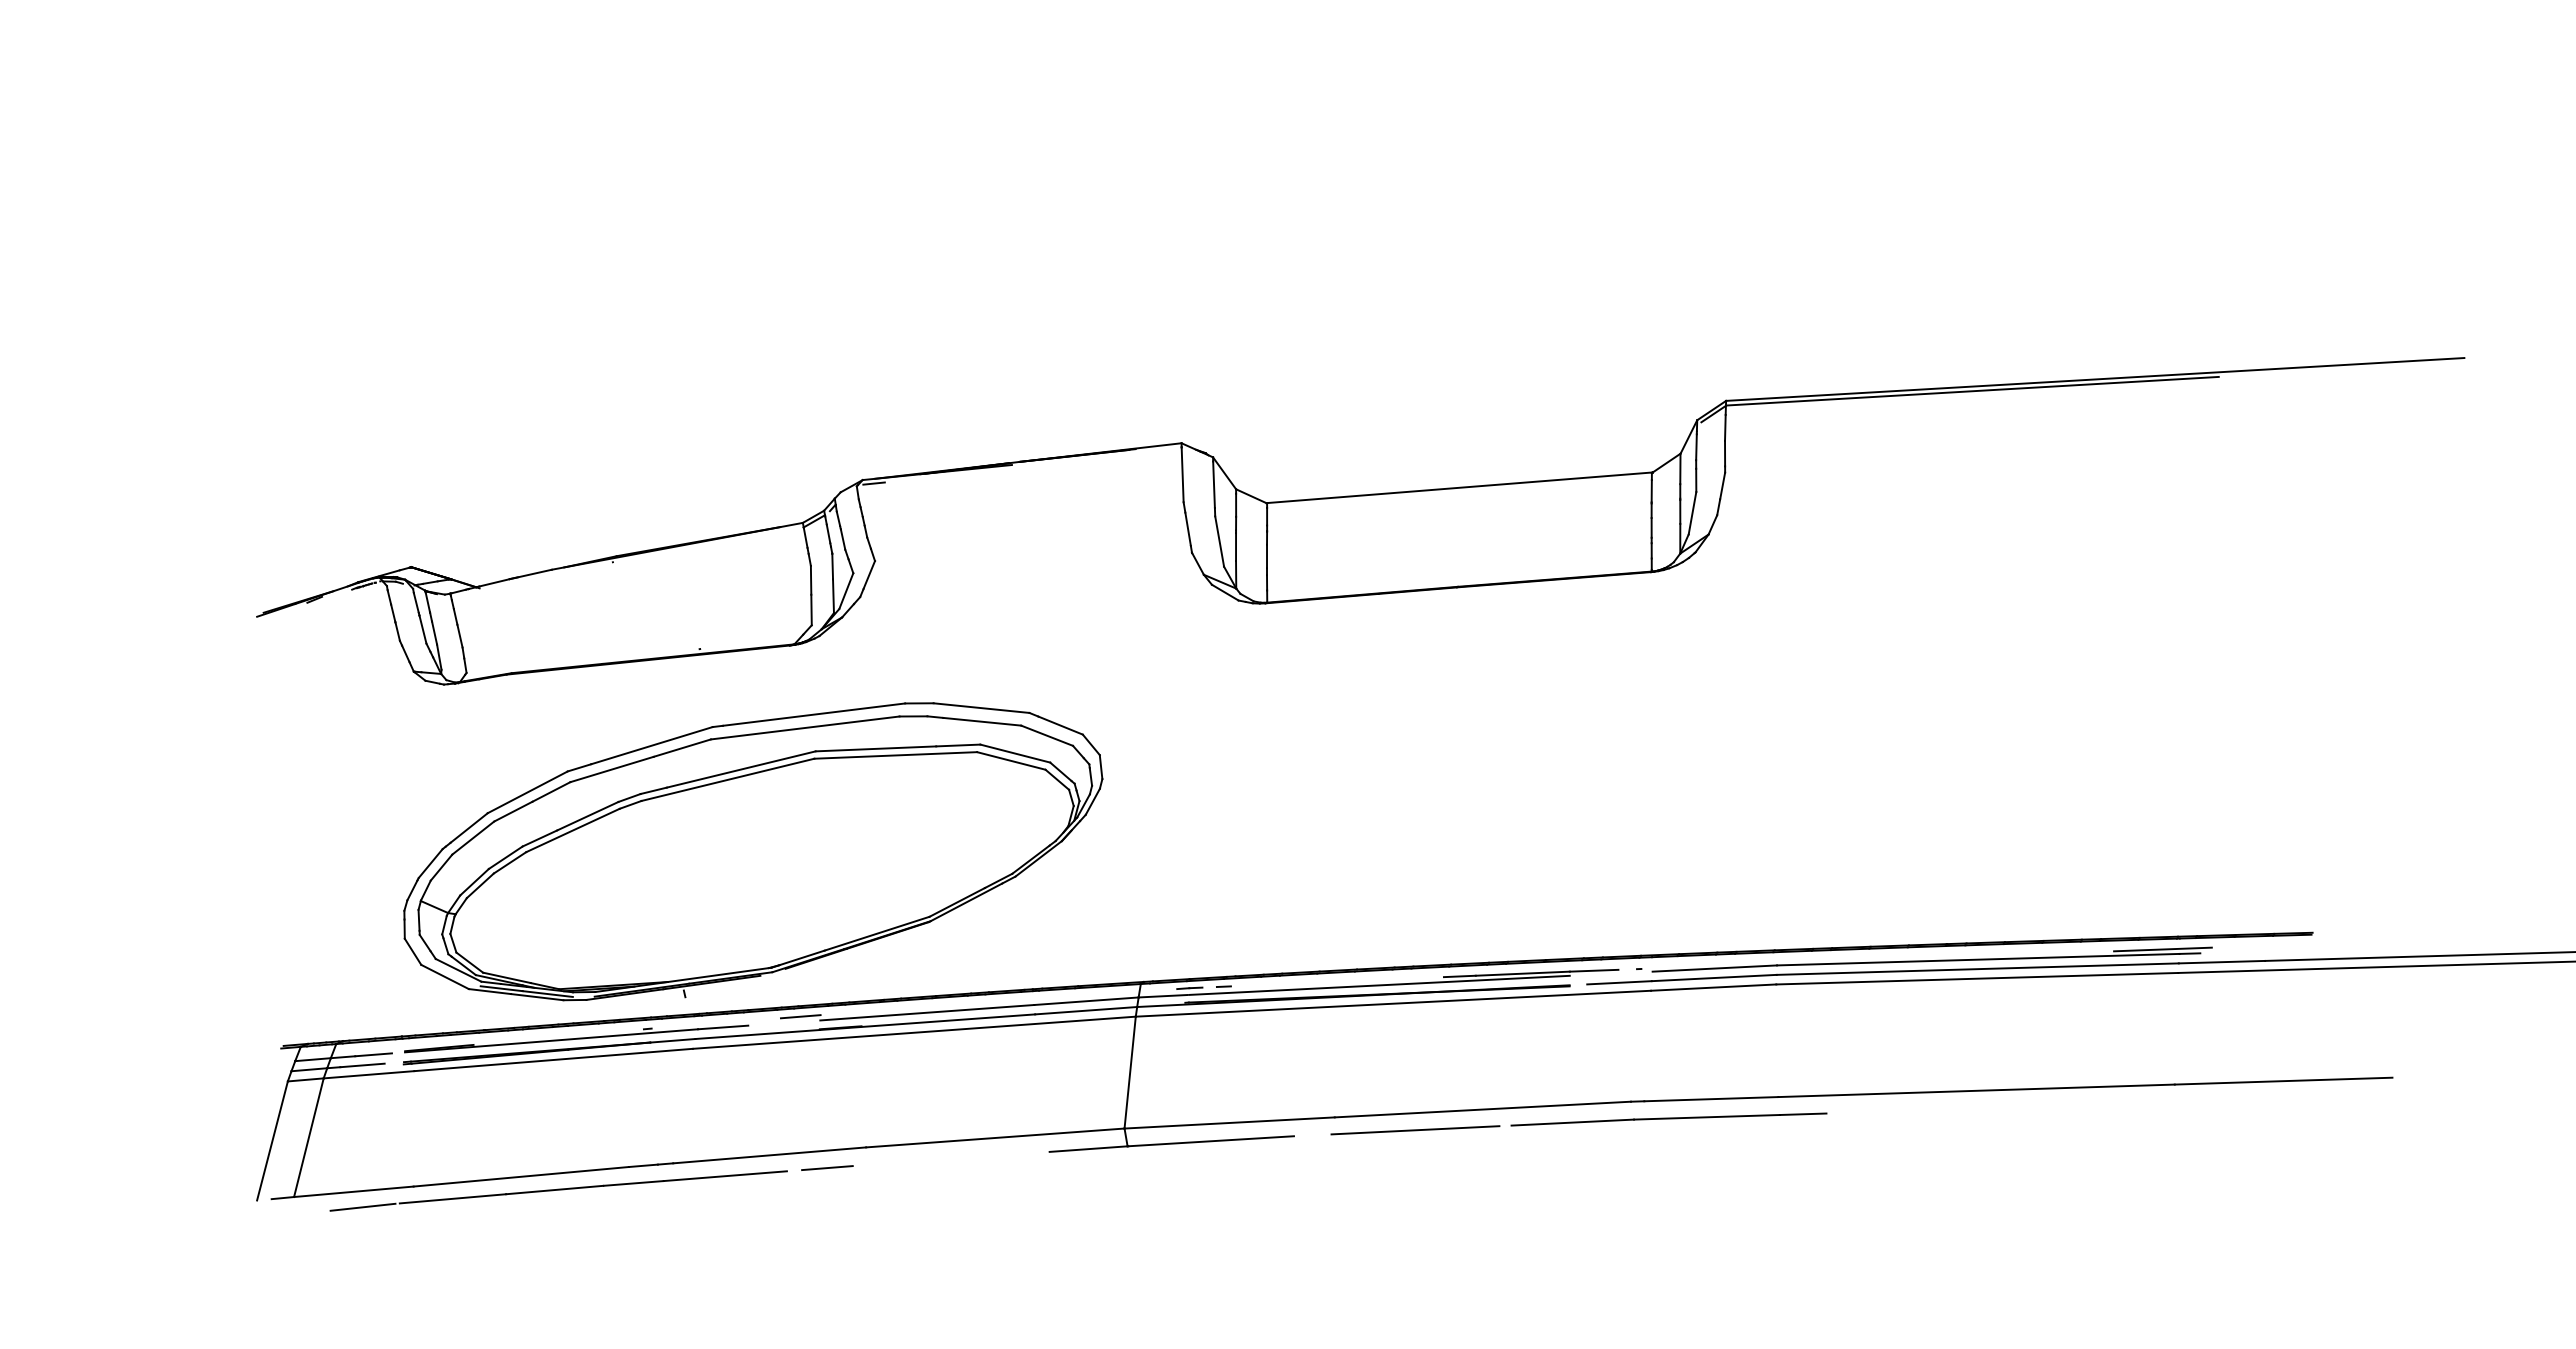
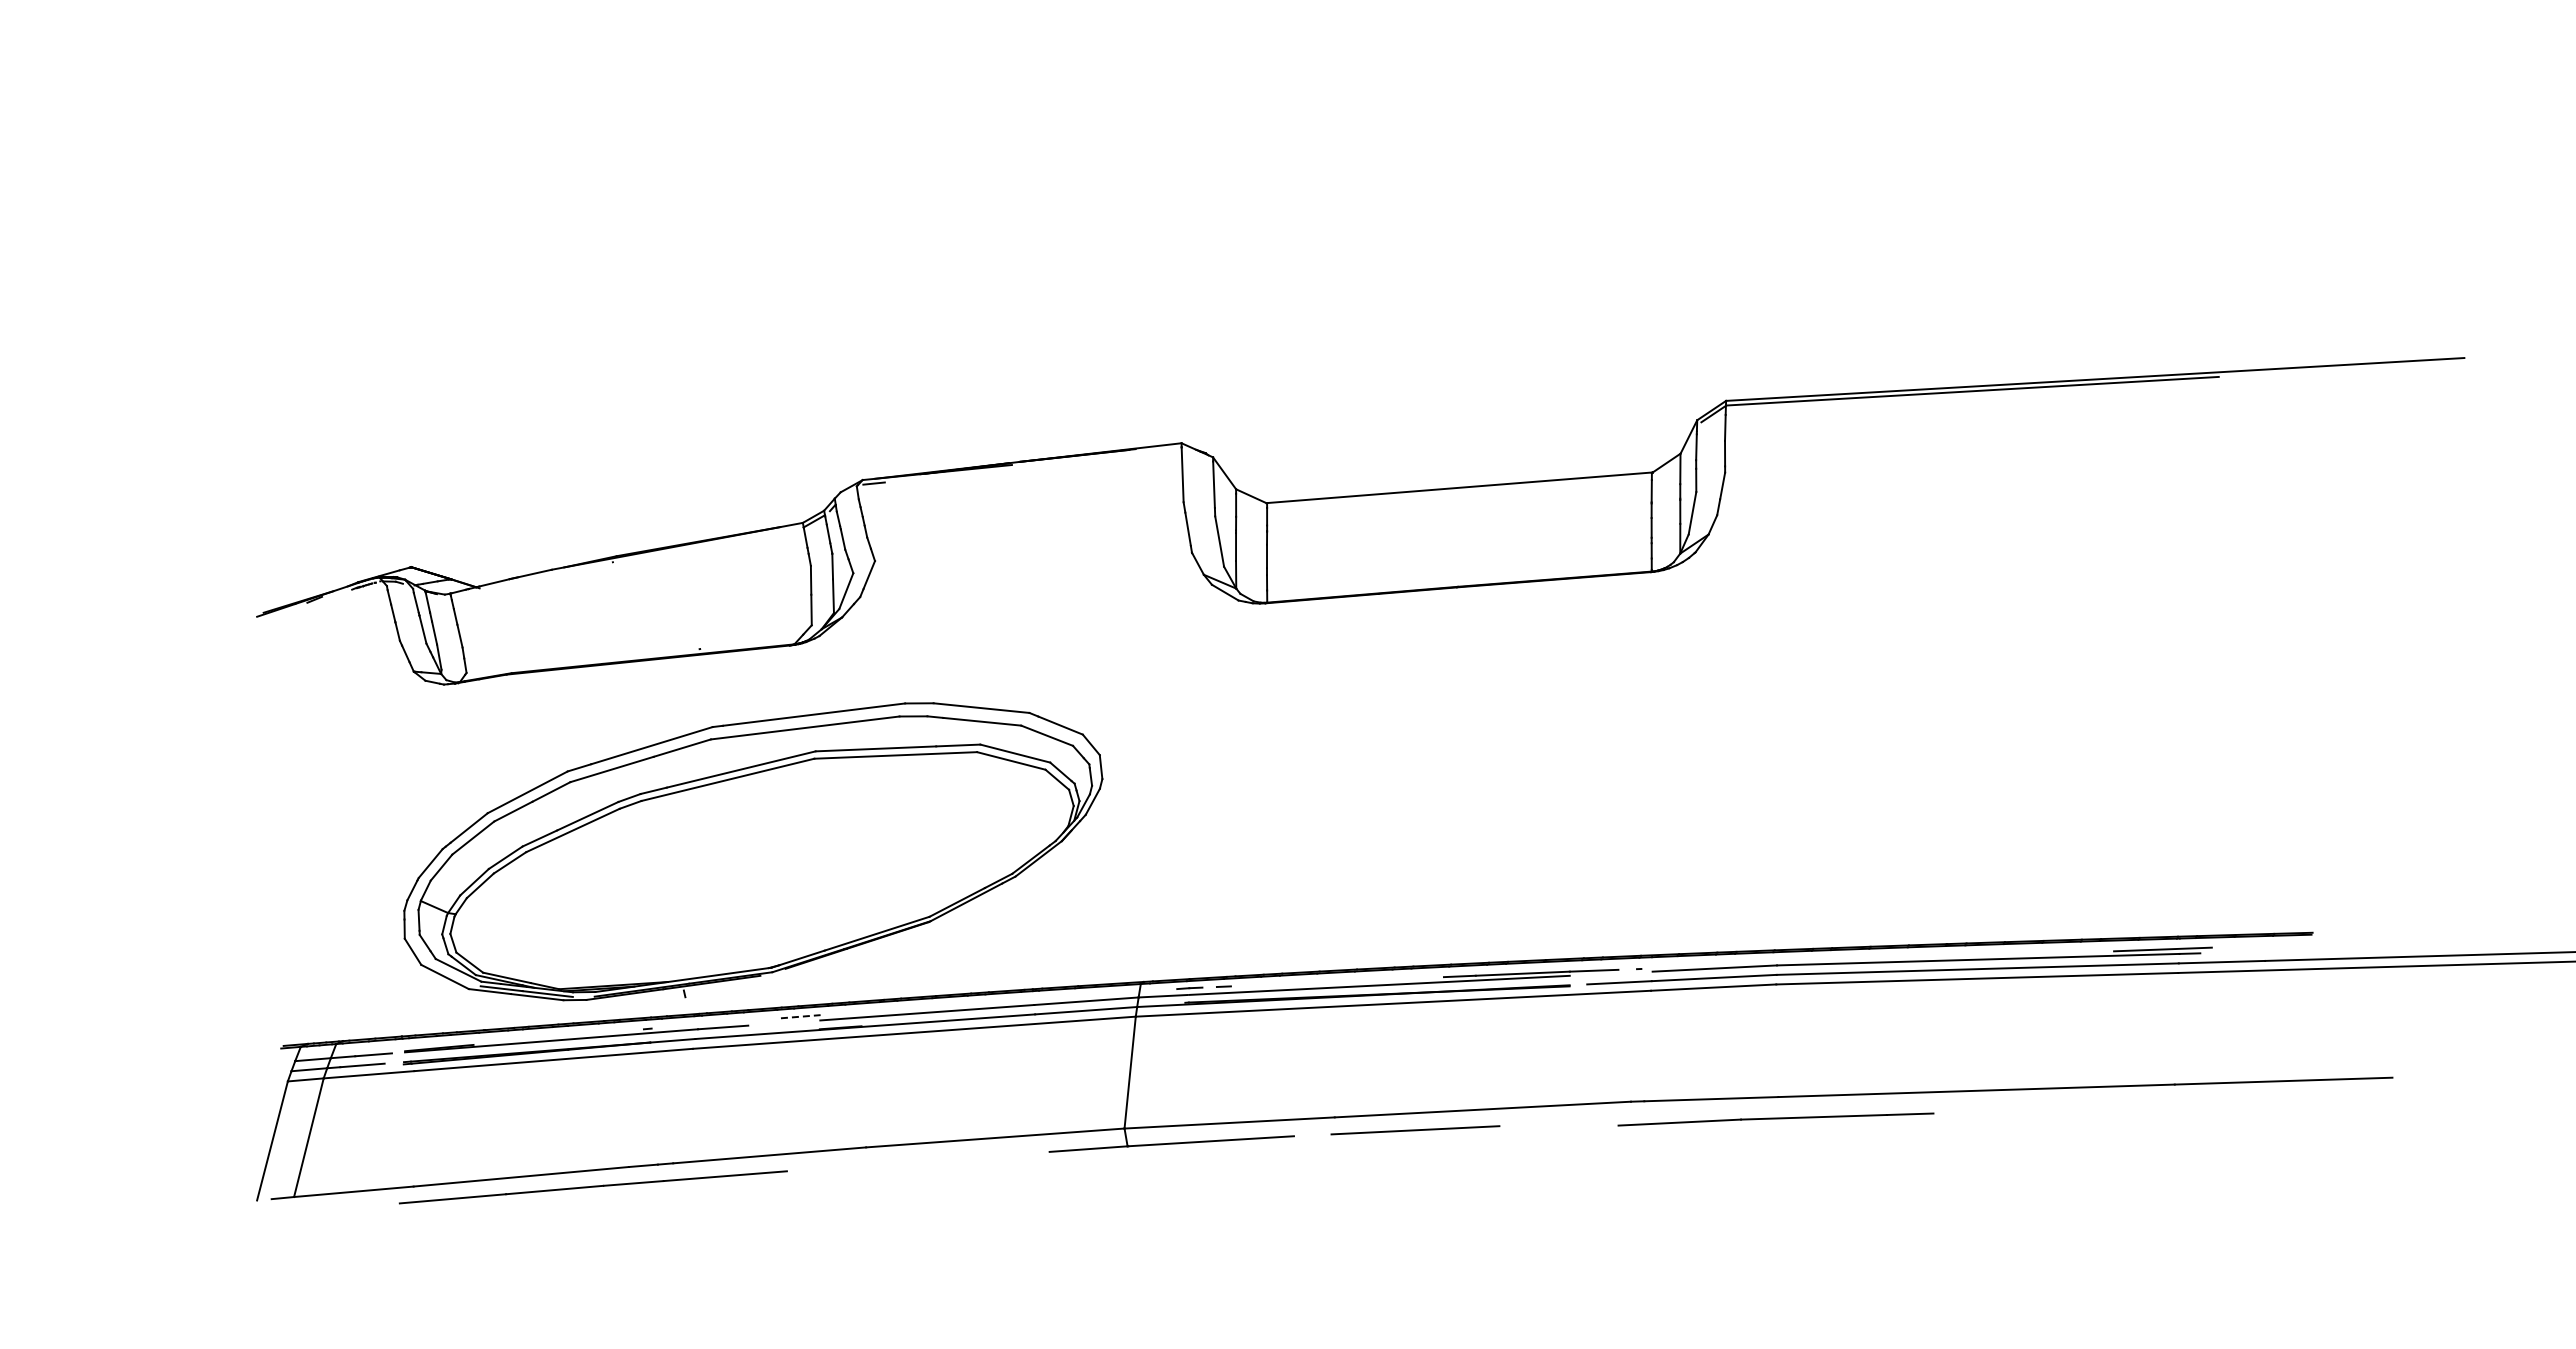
line at (800, 1016): solid -> dashed
part at (1668, 1119) position: (1668, 1119) -> (1775, 1119)
line at (827, 1168): present -> none
line at (362, 1206): present -> none
